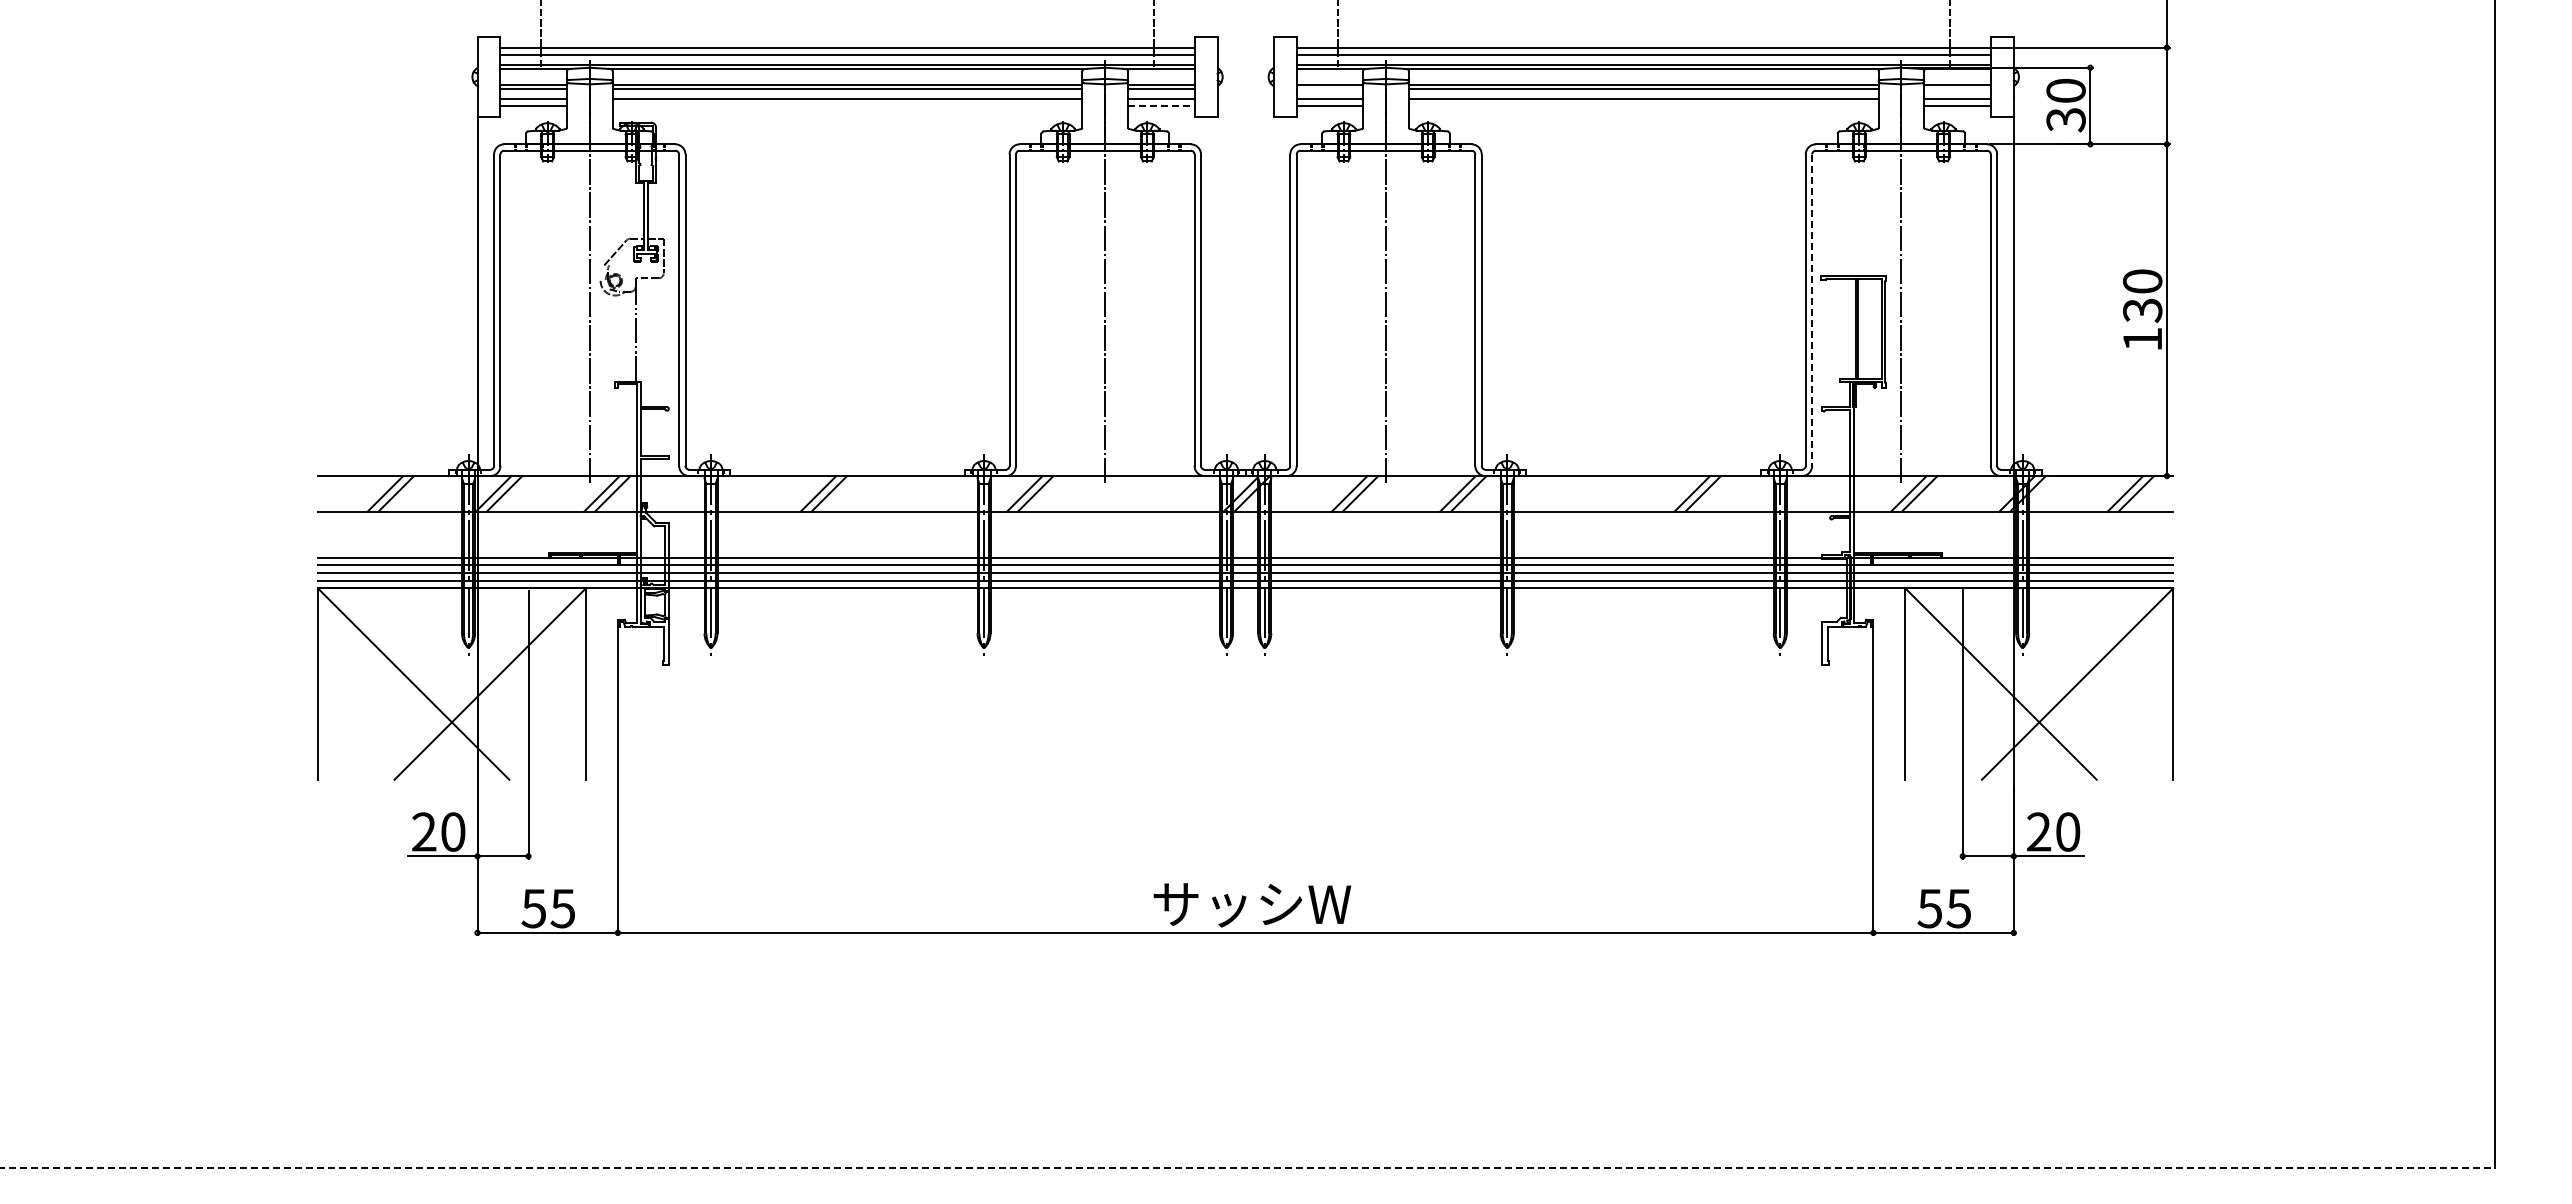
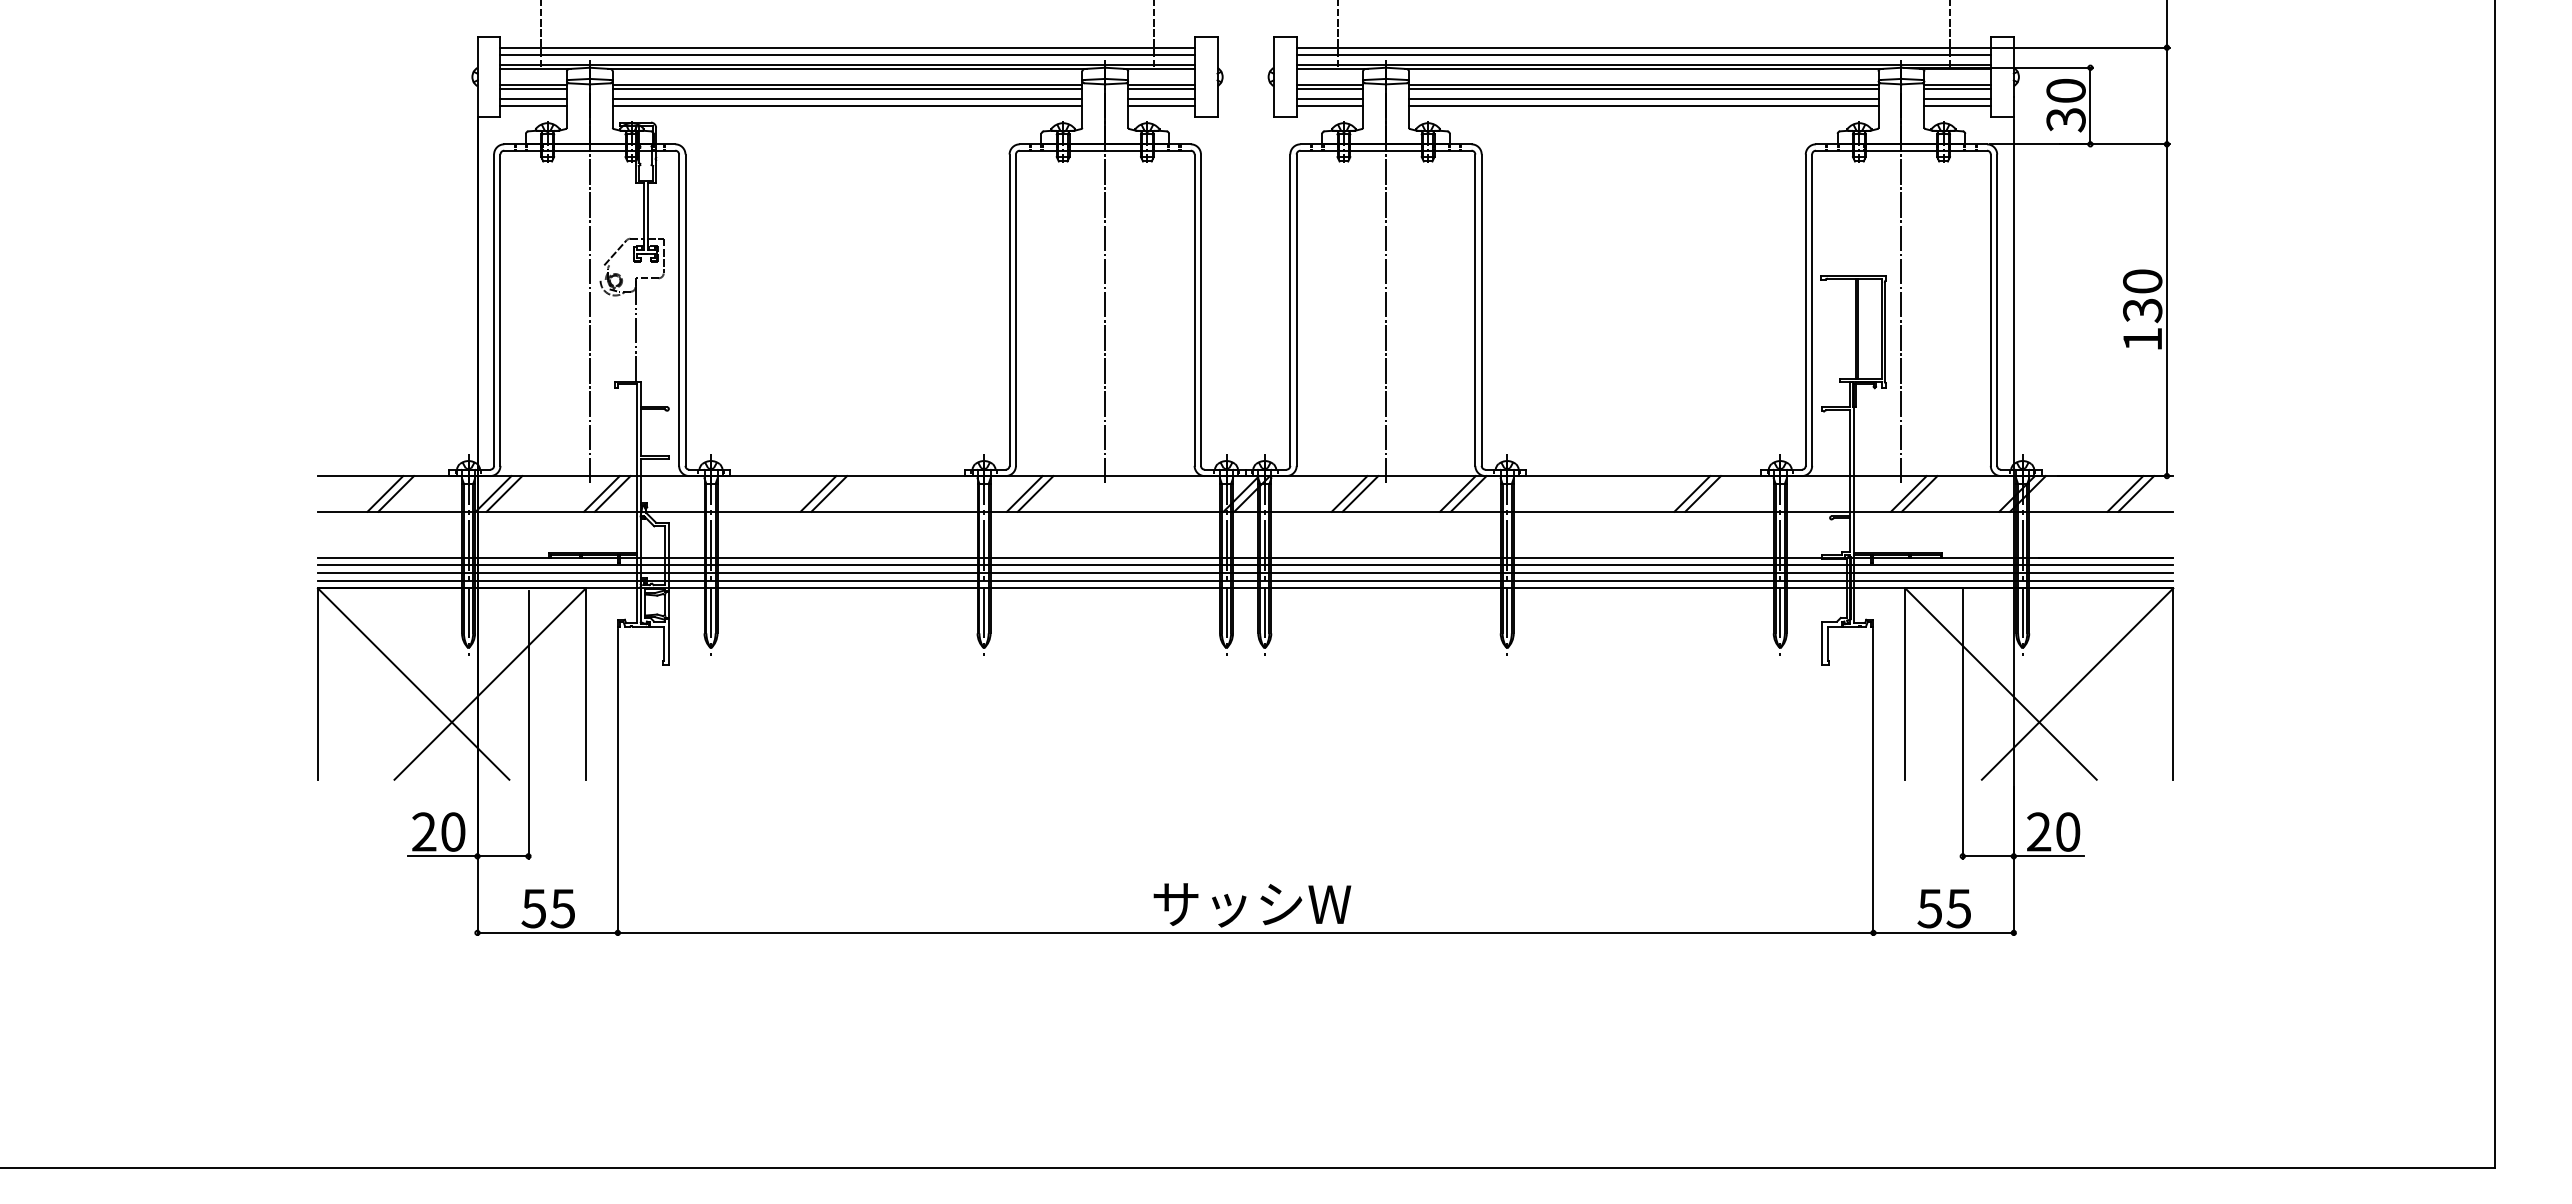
line at (1329, 88): none -> present
line at (1957, 88): none -> present
line at (847, 106): none -> present
line at (1161, 106): dashed -> solid
line at (1643, 106): none -> present
line at (1812, 310): dashed -> solid
line at (1248, 1168): dashed -> solid
